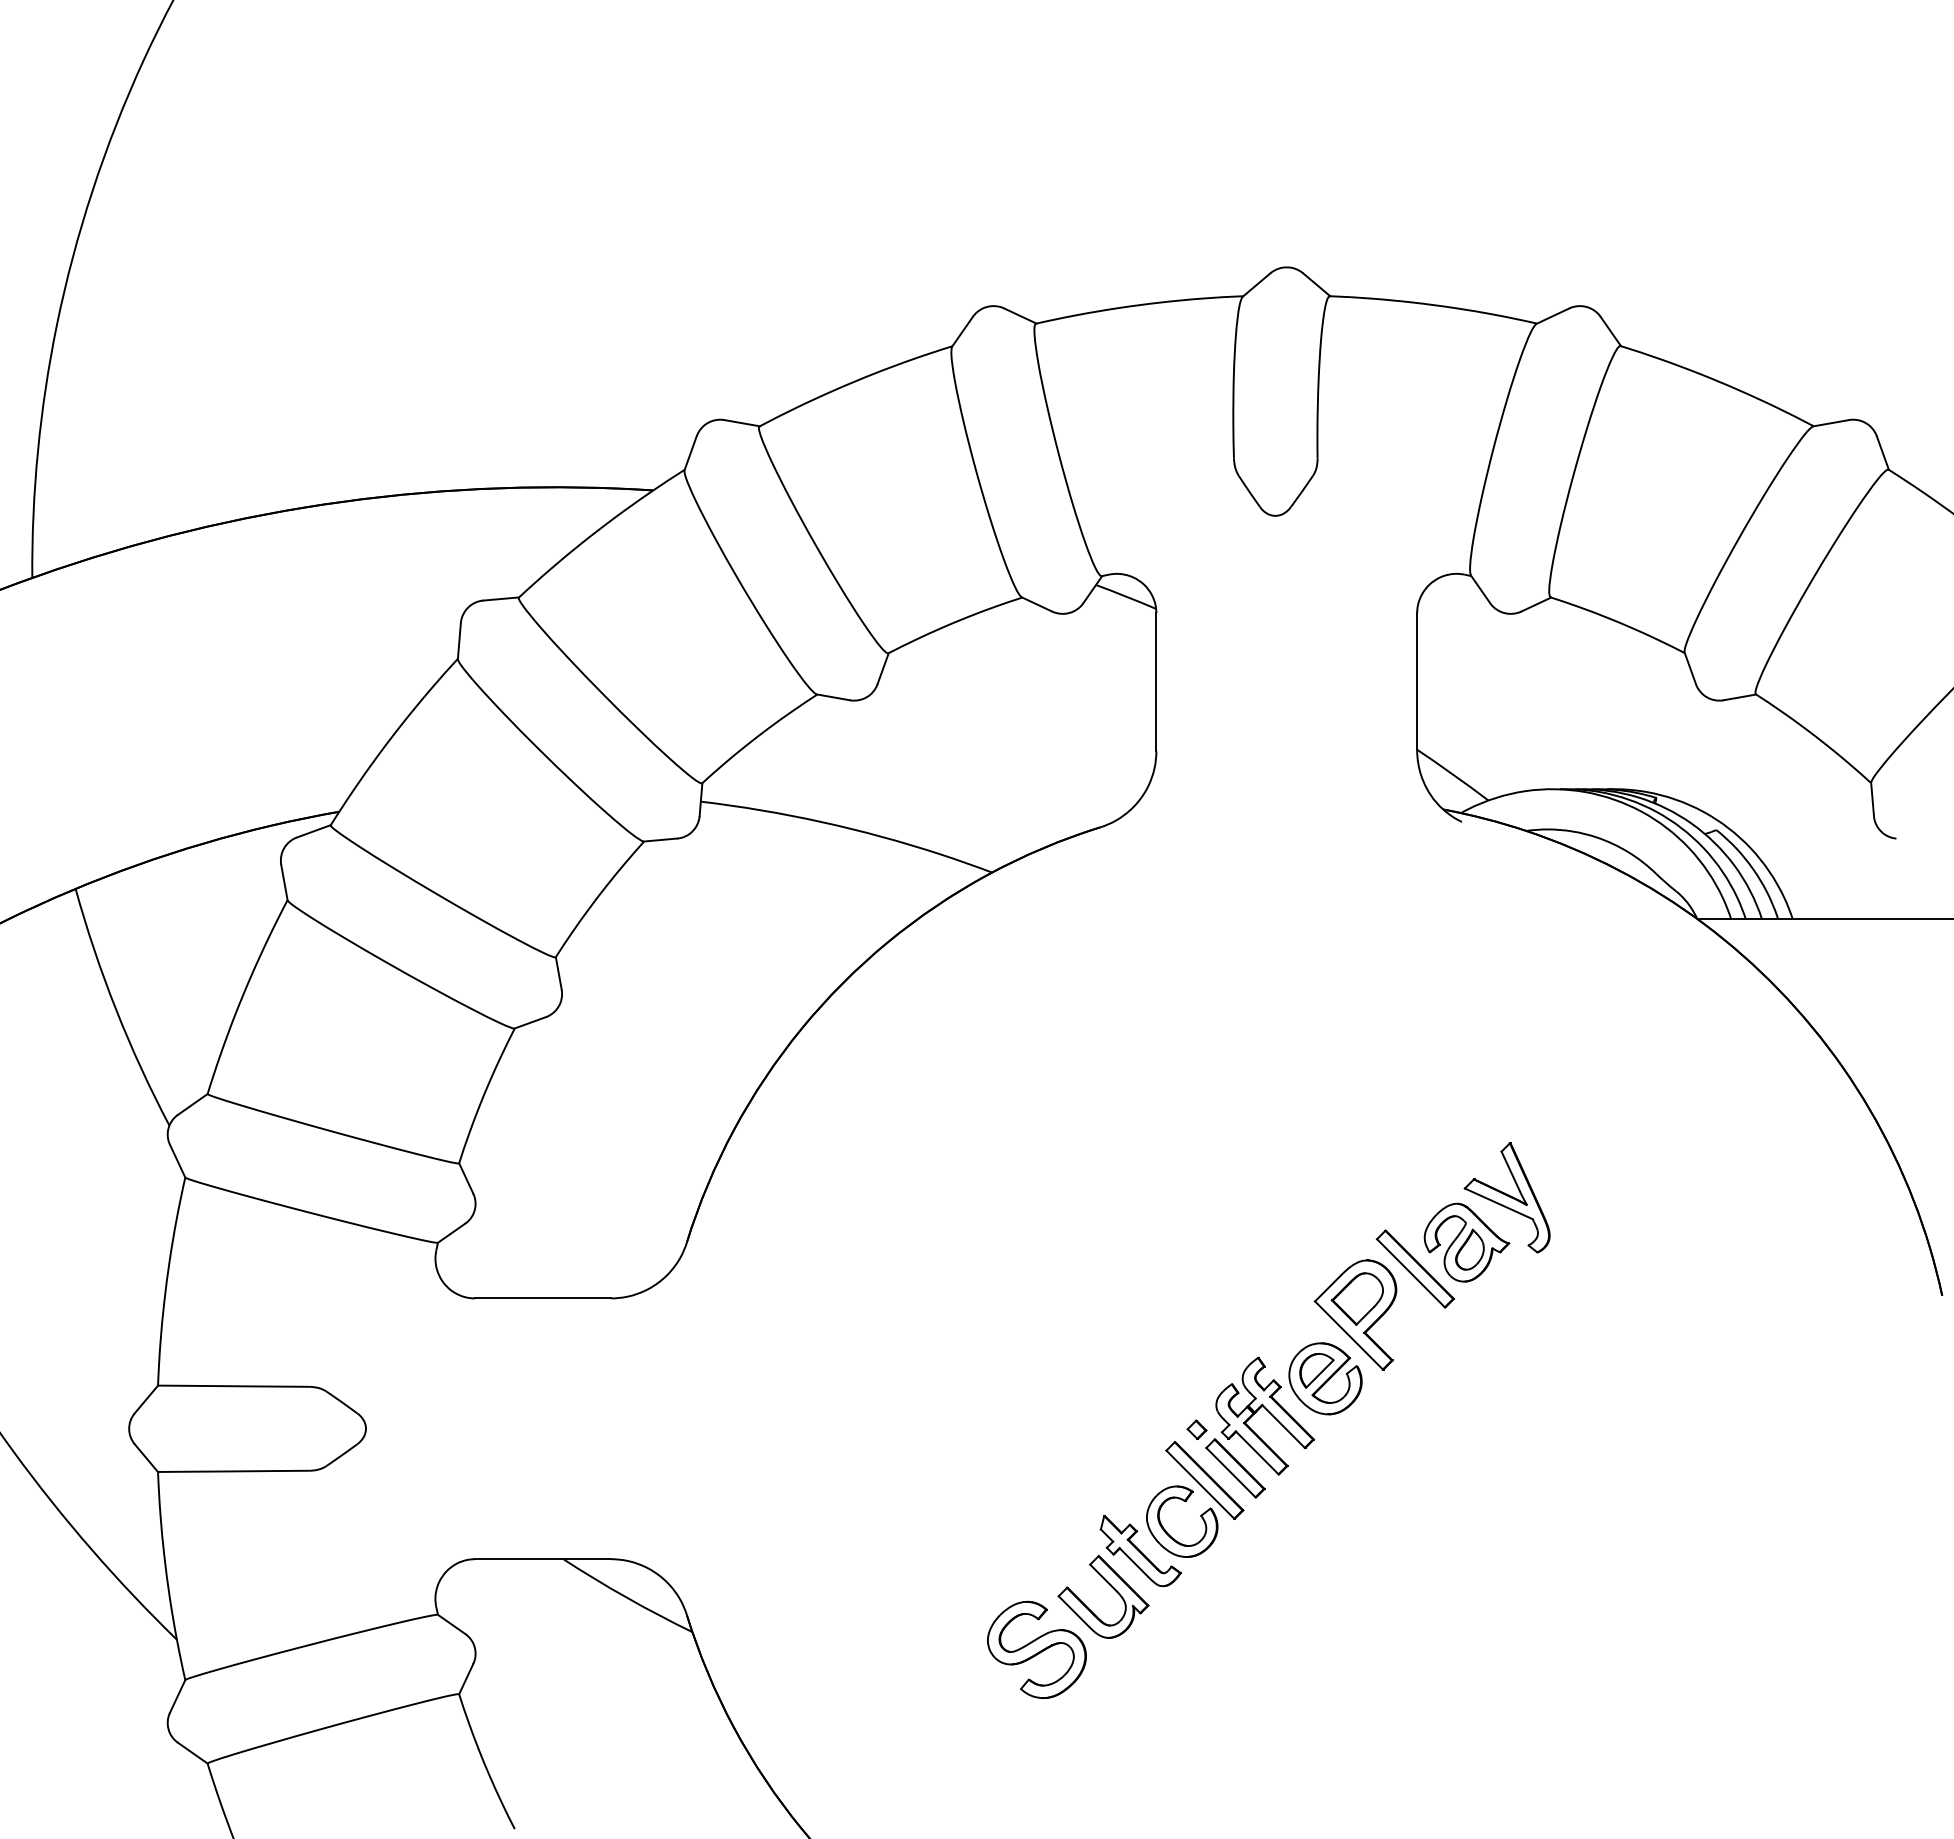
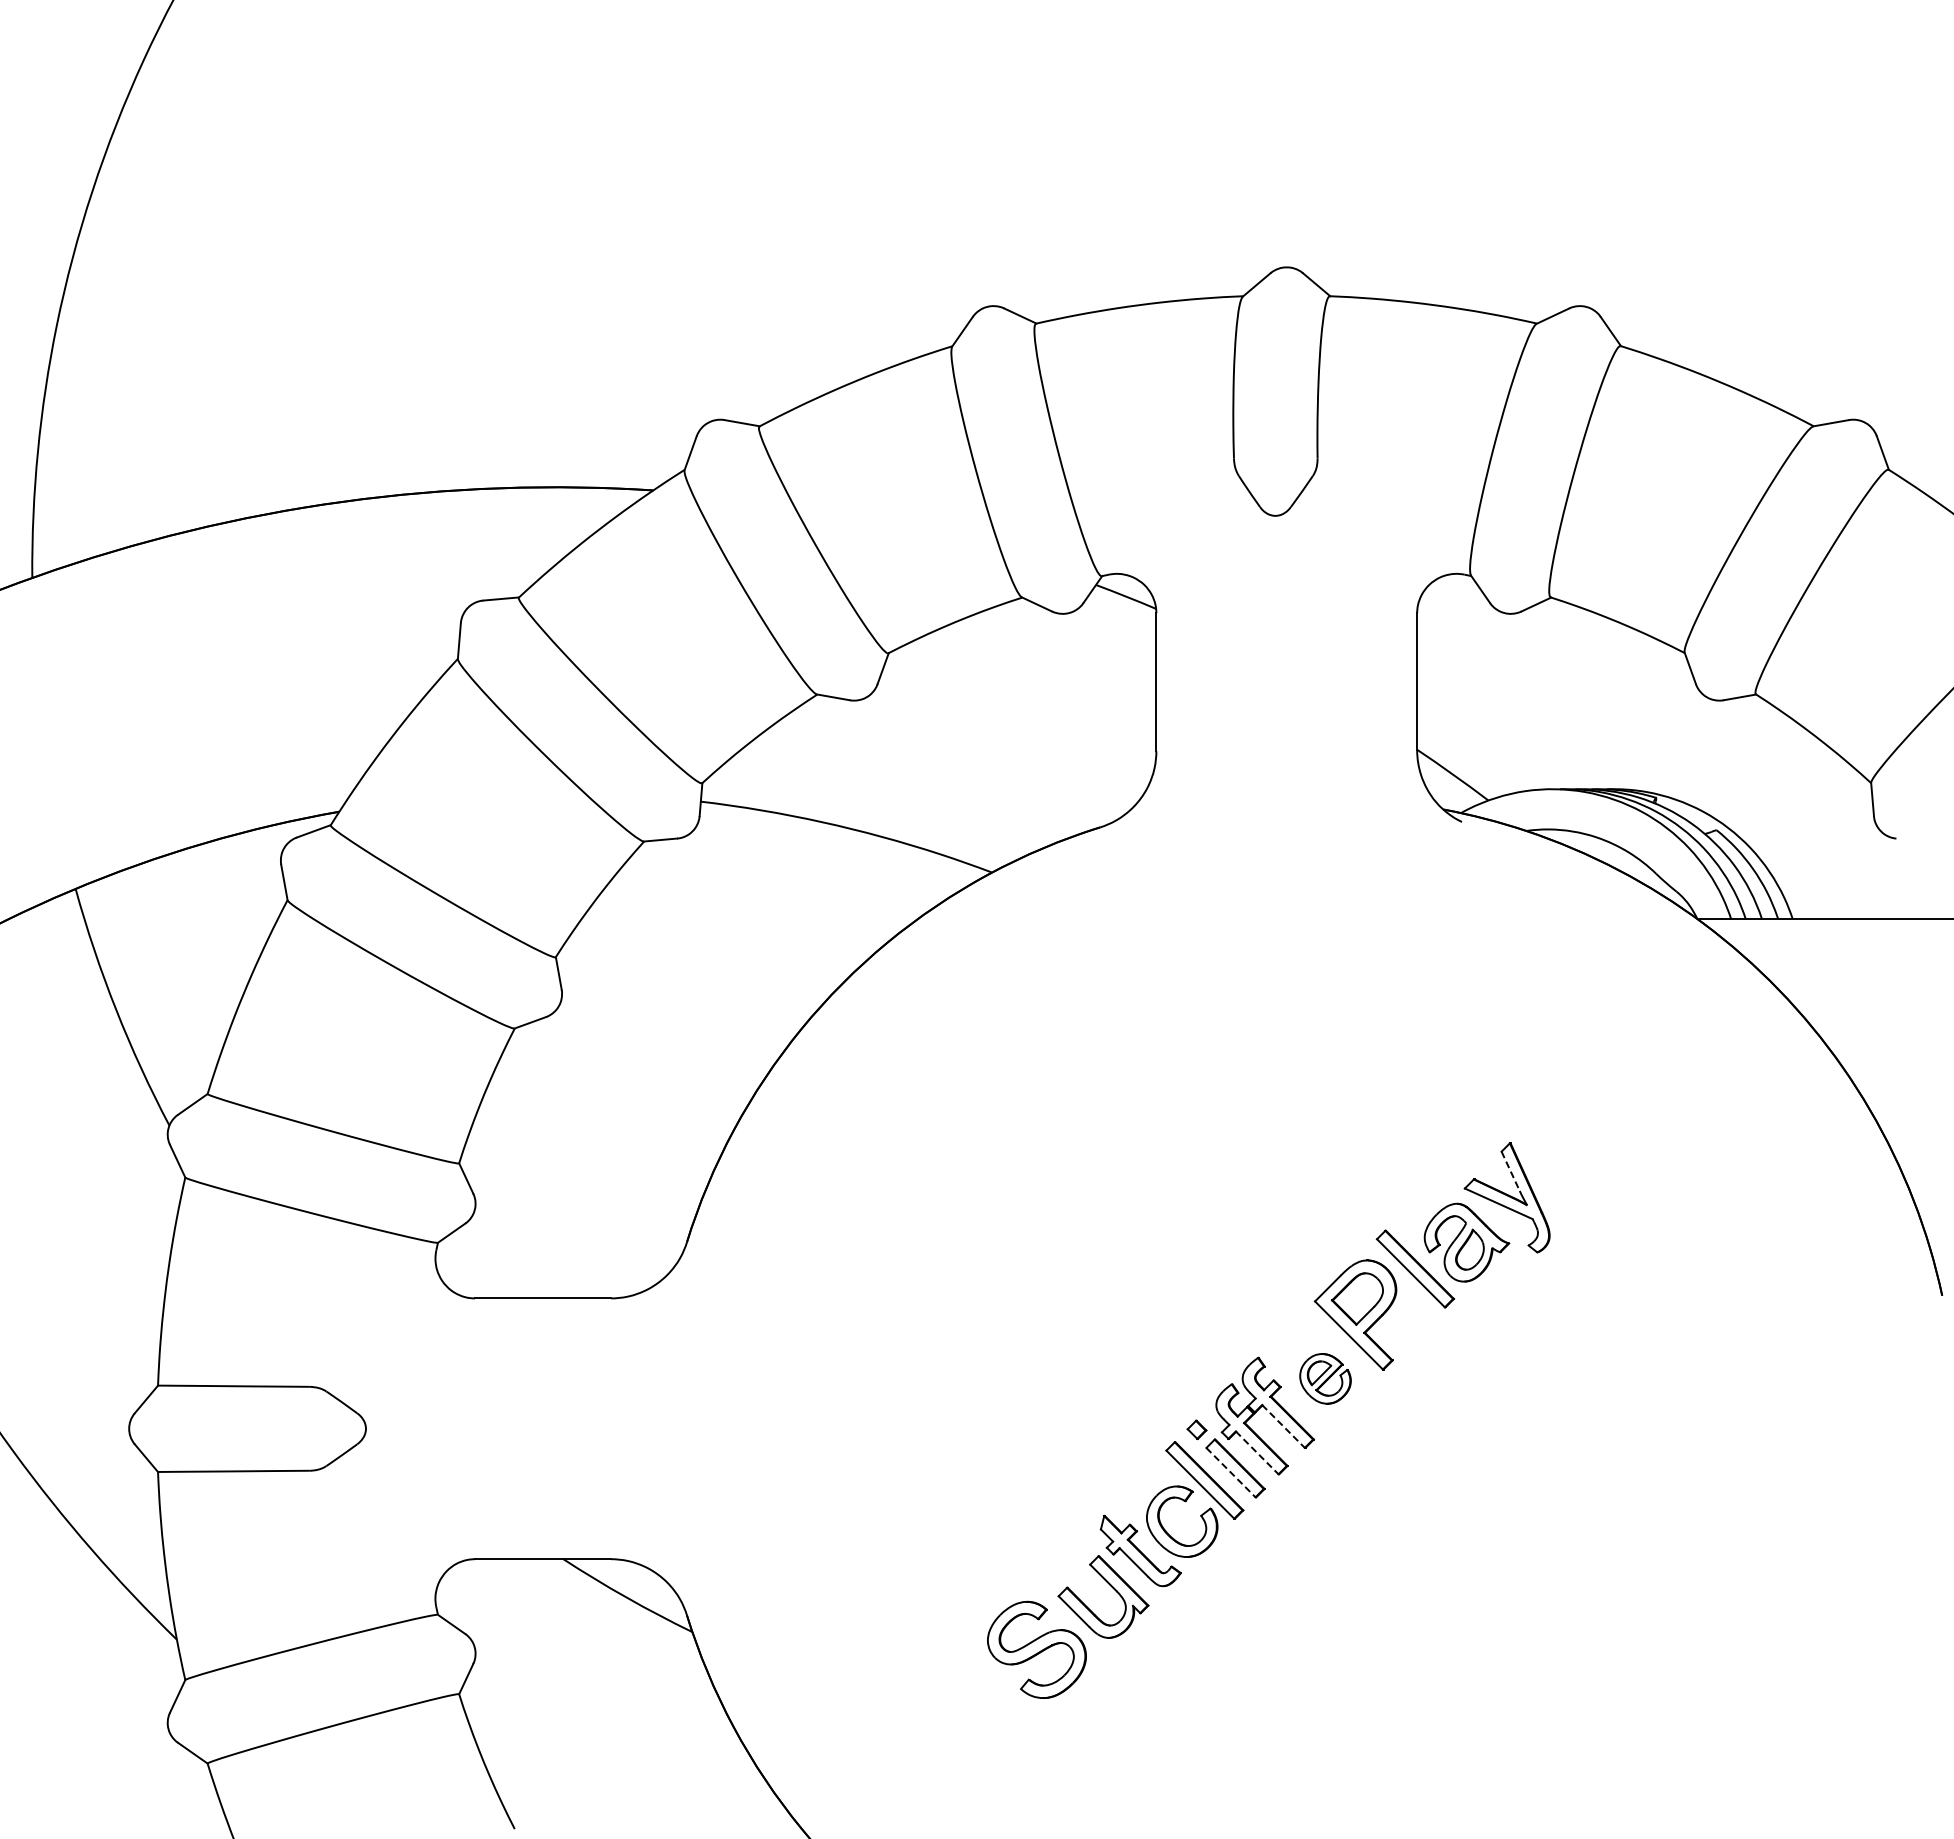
line at (1510, 1171): solid -> dashed
part at (1325, 1378) size: 75x74 px -> 53x52 px
line at (1283, 1426): solid -> dashed
line at (1257, 1453): solid -> dashed
line at (1230, 1472): solid -> dashed
